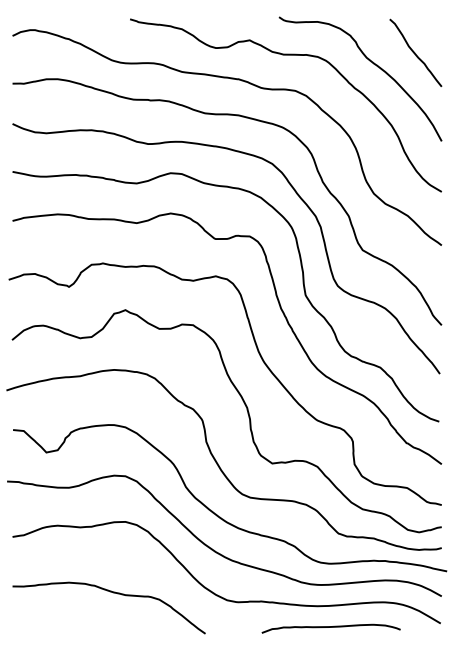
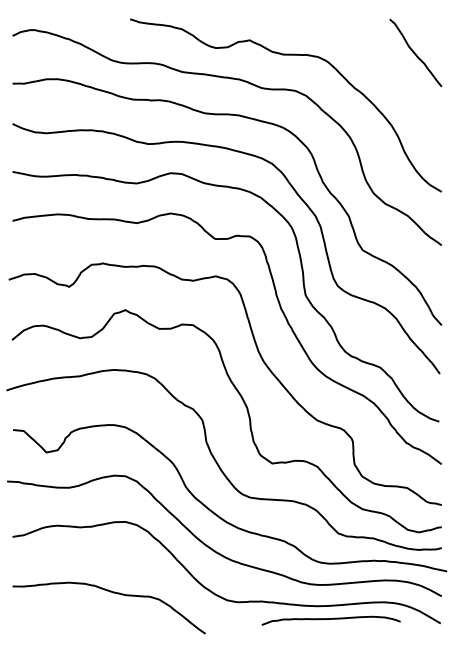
curve at (373, 64): present -> none
curve at (330, 627) position: (330, 627) -> (330, 619)
